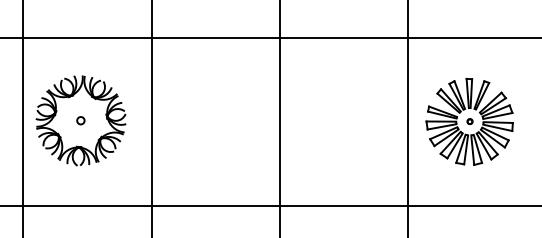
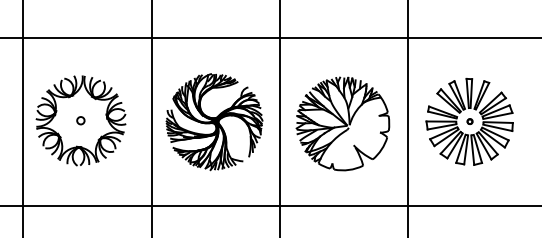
part at (214, 122): none -> present
part at (342, 123): none -> present
